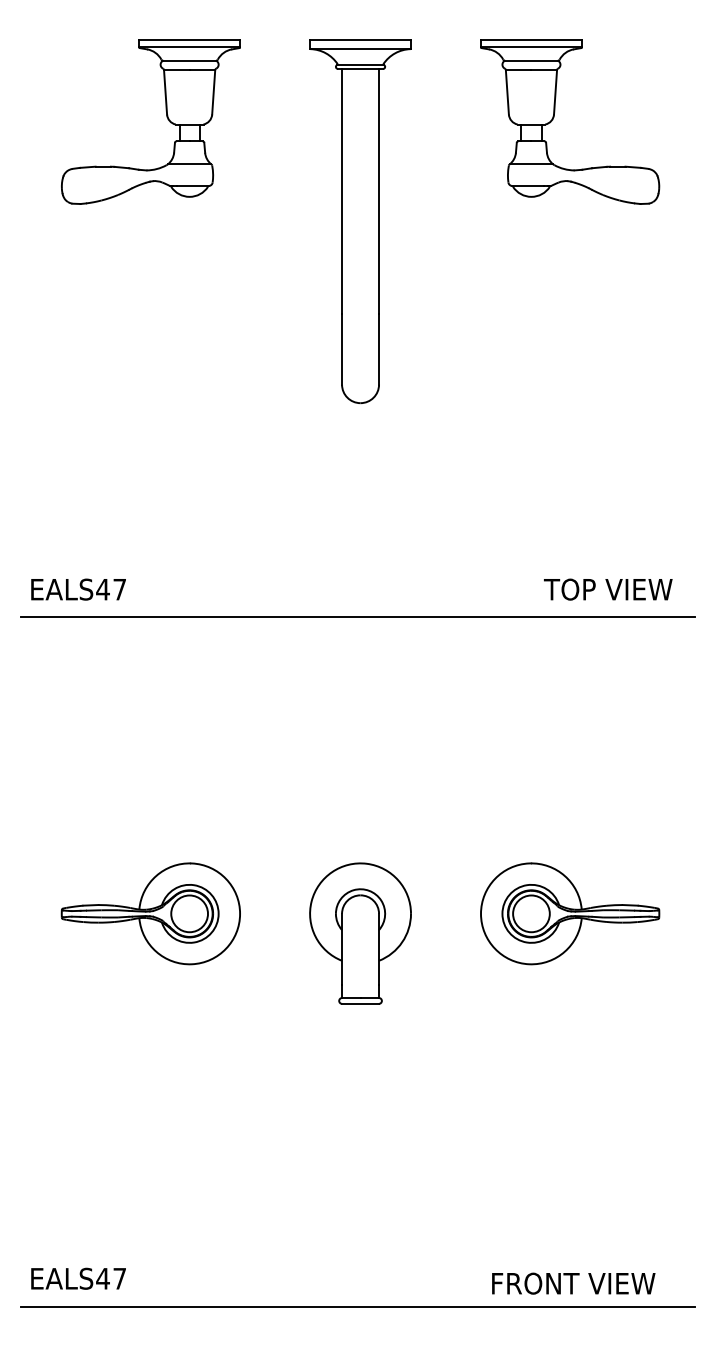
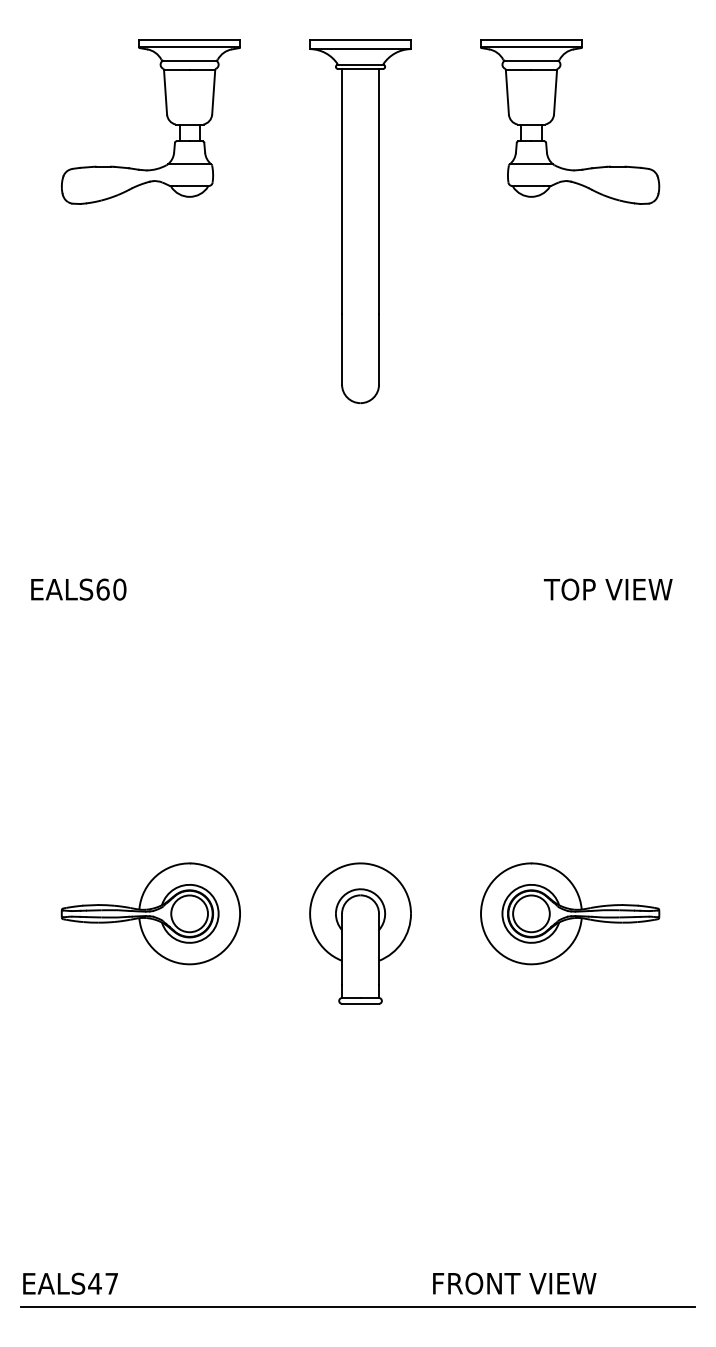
text at (111, 589): EALS47 -> EALS60
line at (357, 617): present -> none
text at (78, 1278) position: (78, 1278) -> (70, 1283)
text at (573, 1283) position: (573, 1283) -> (514, 1283)
